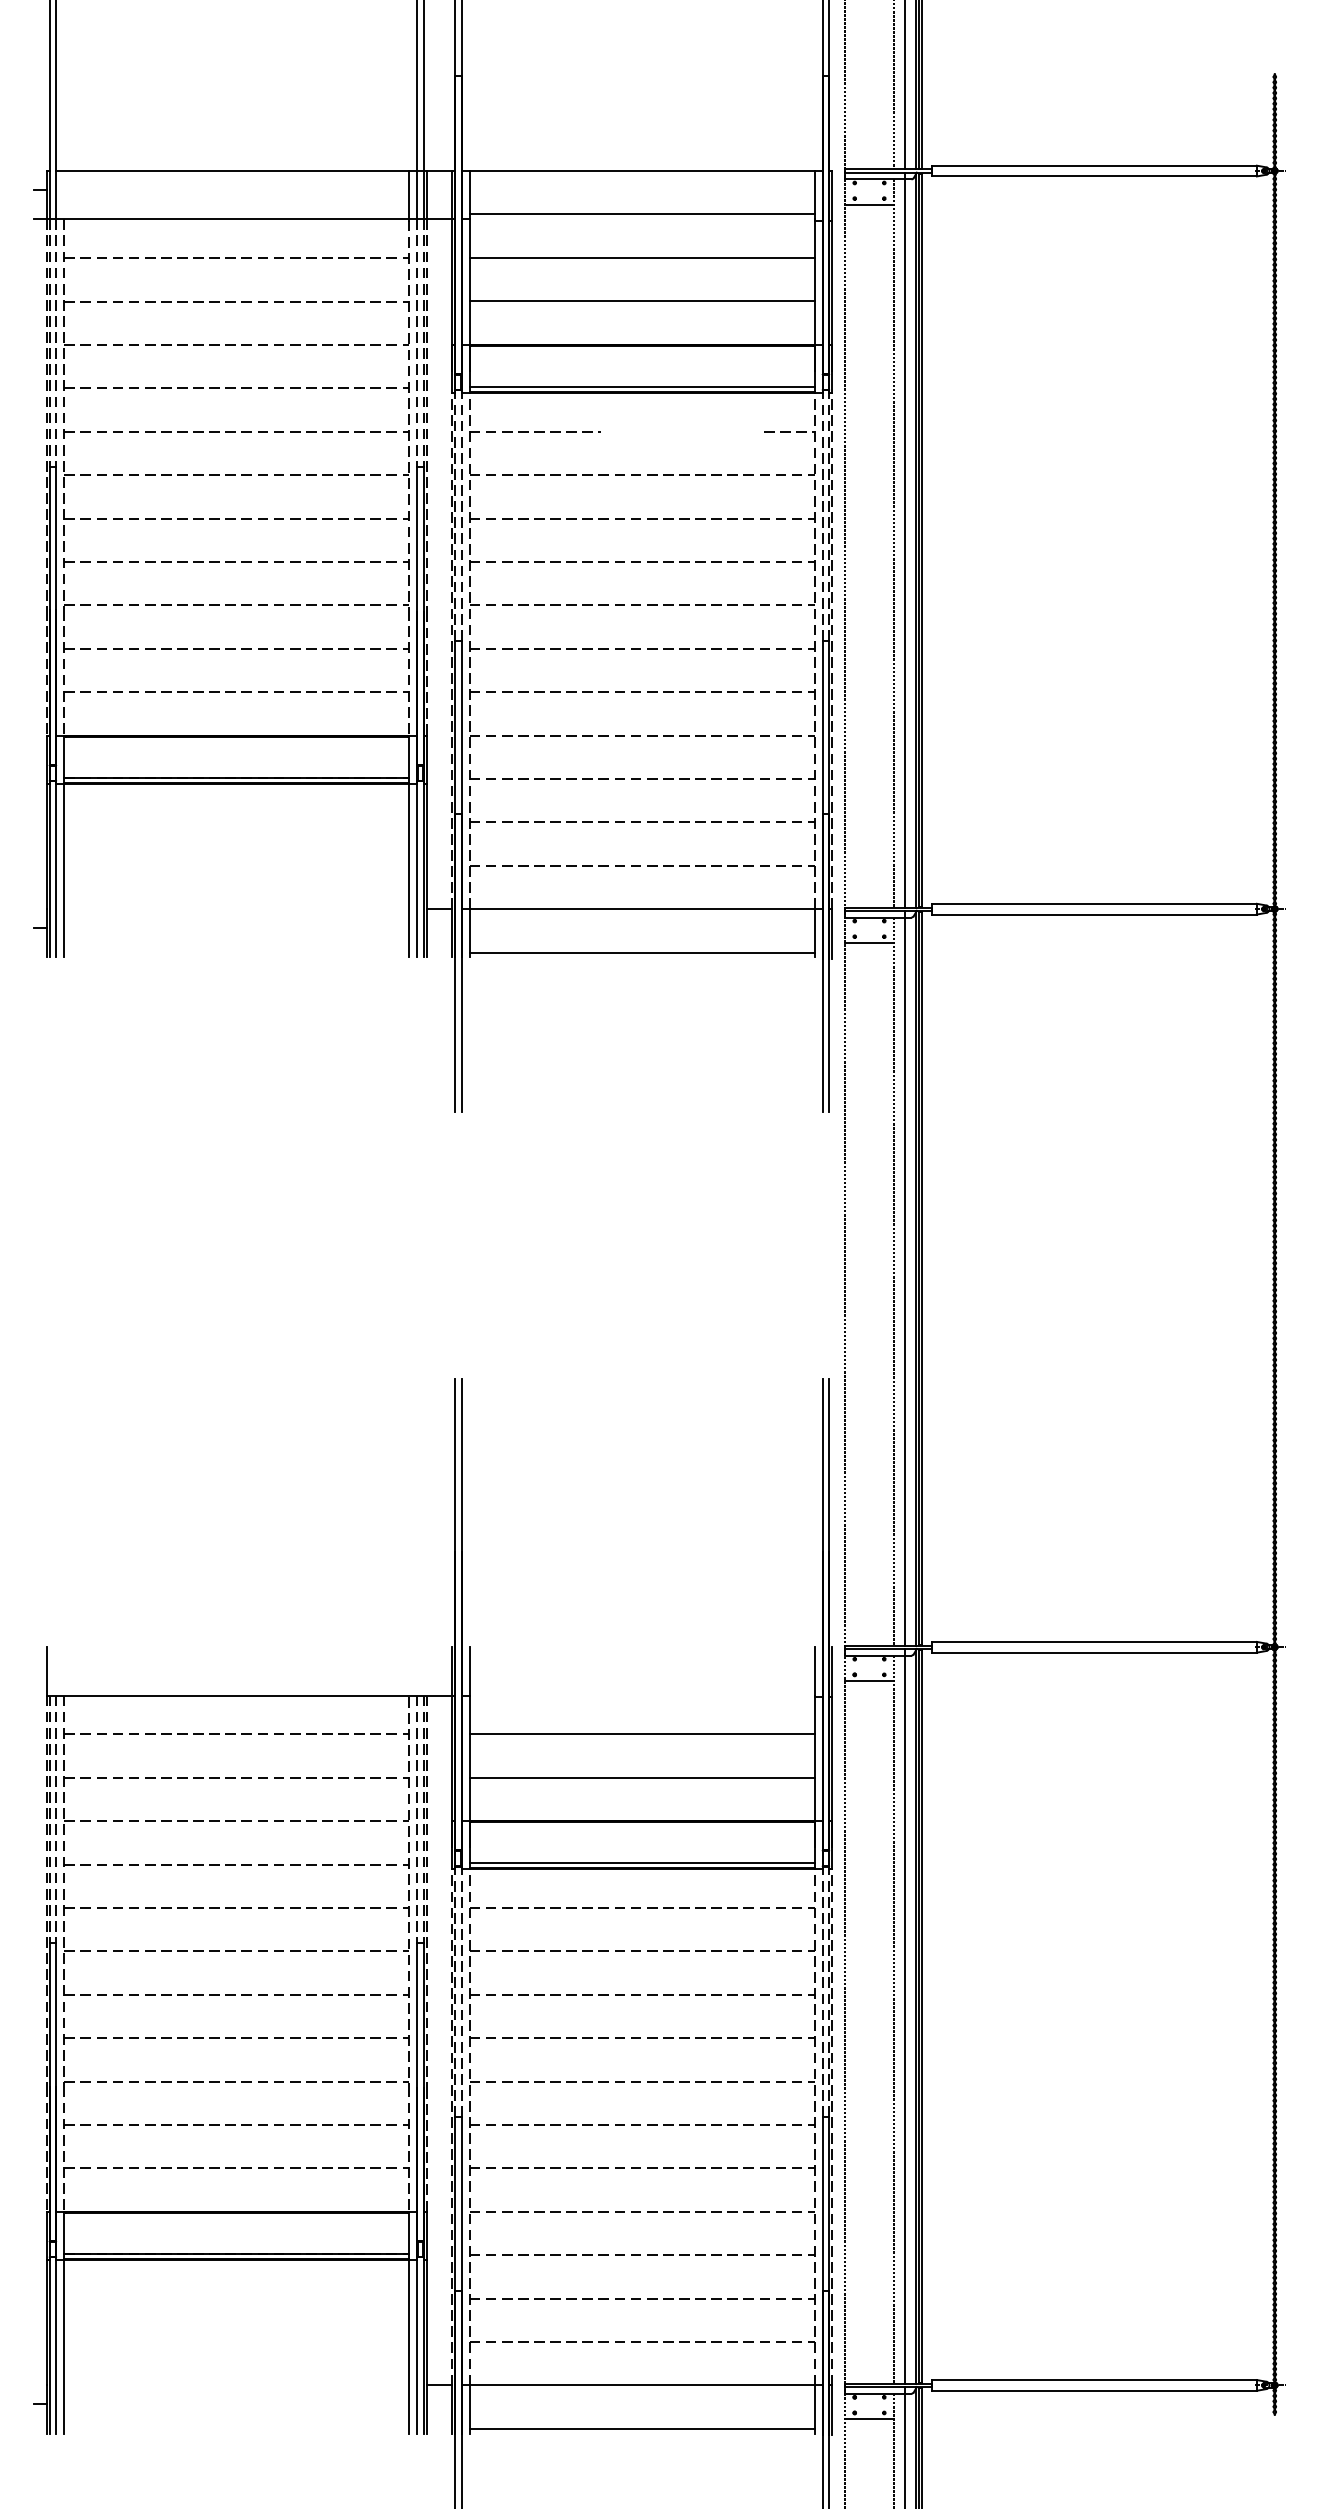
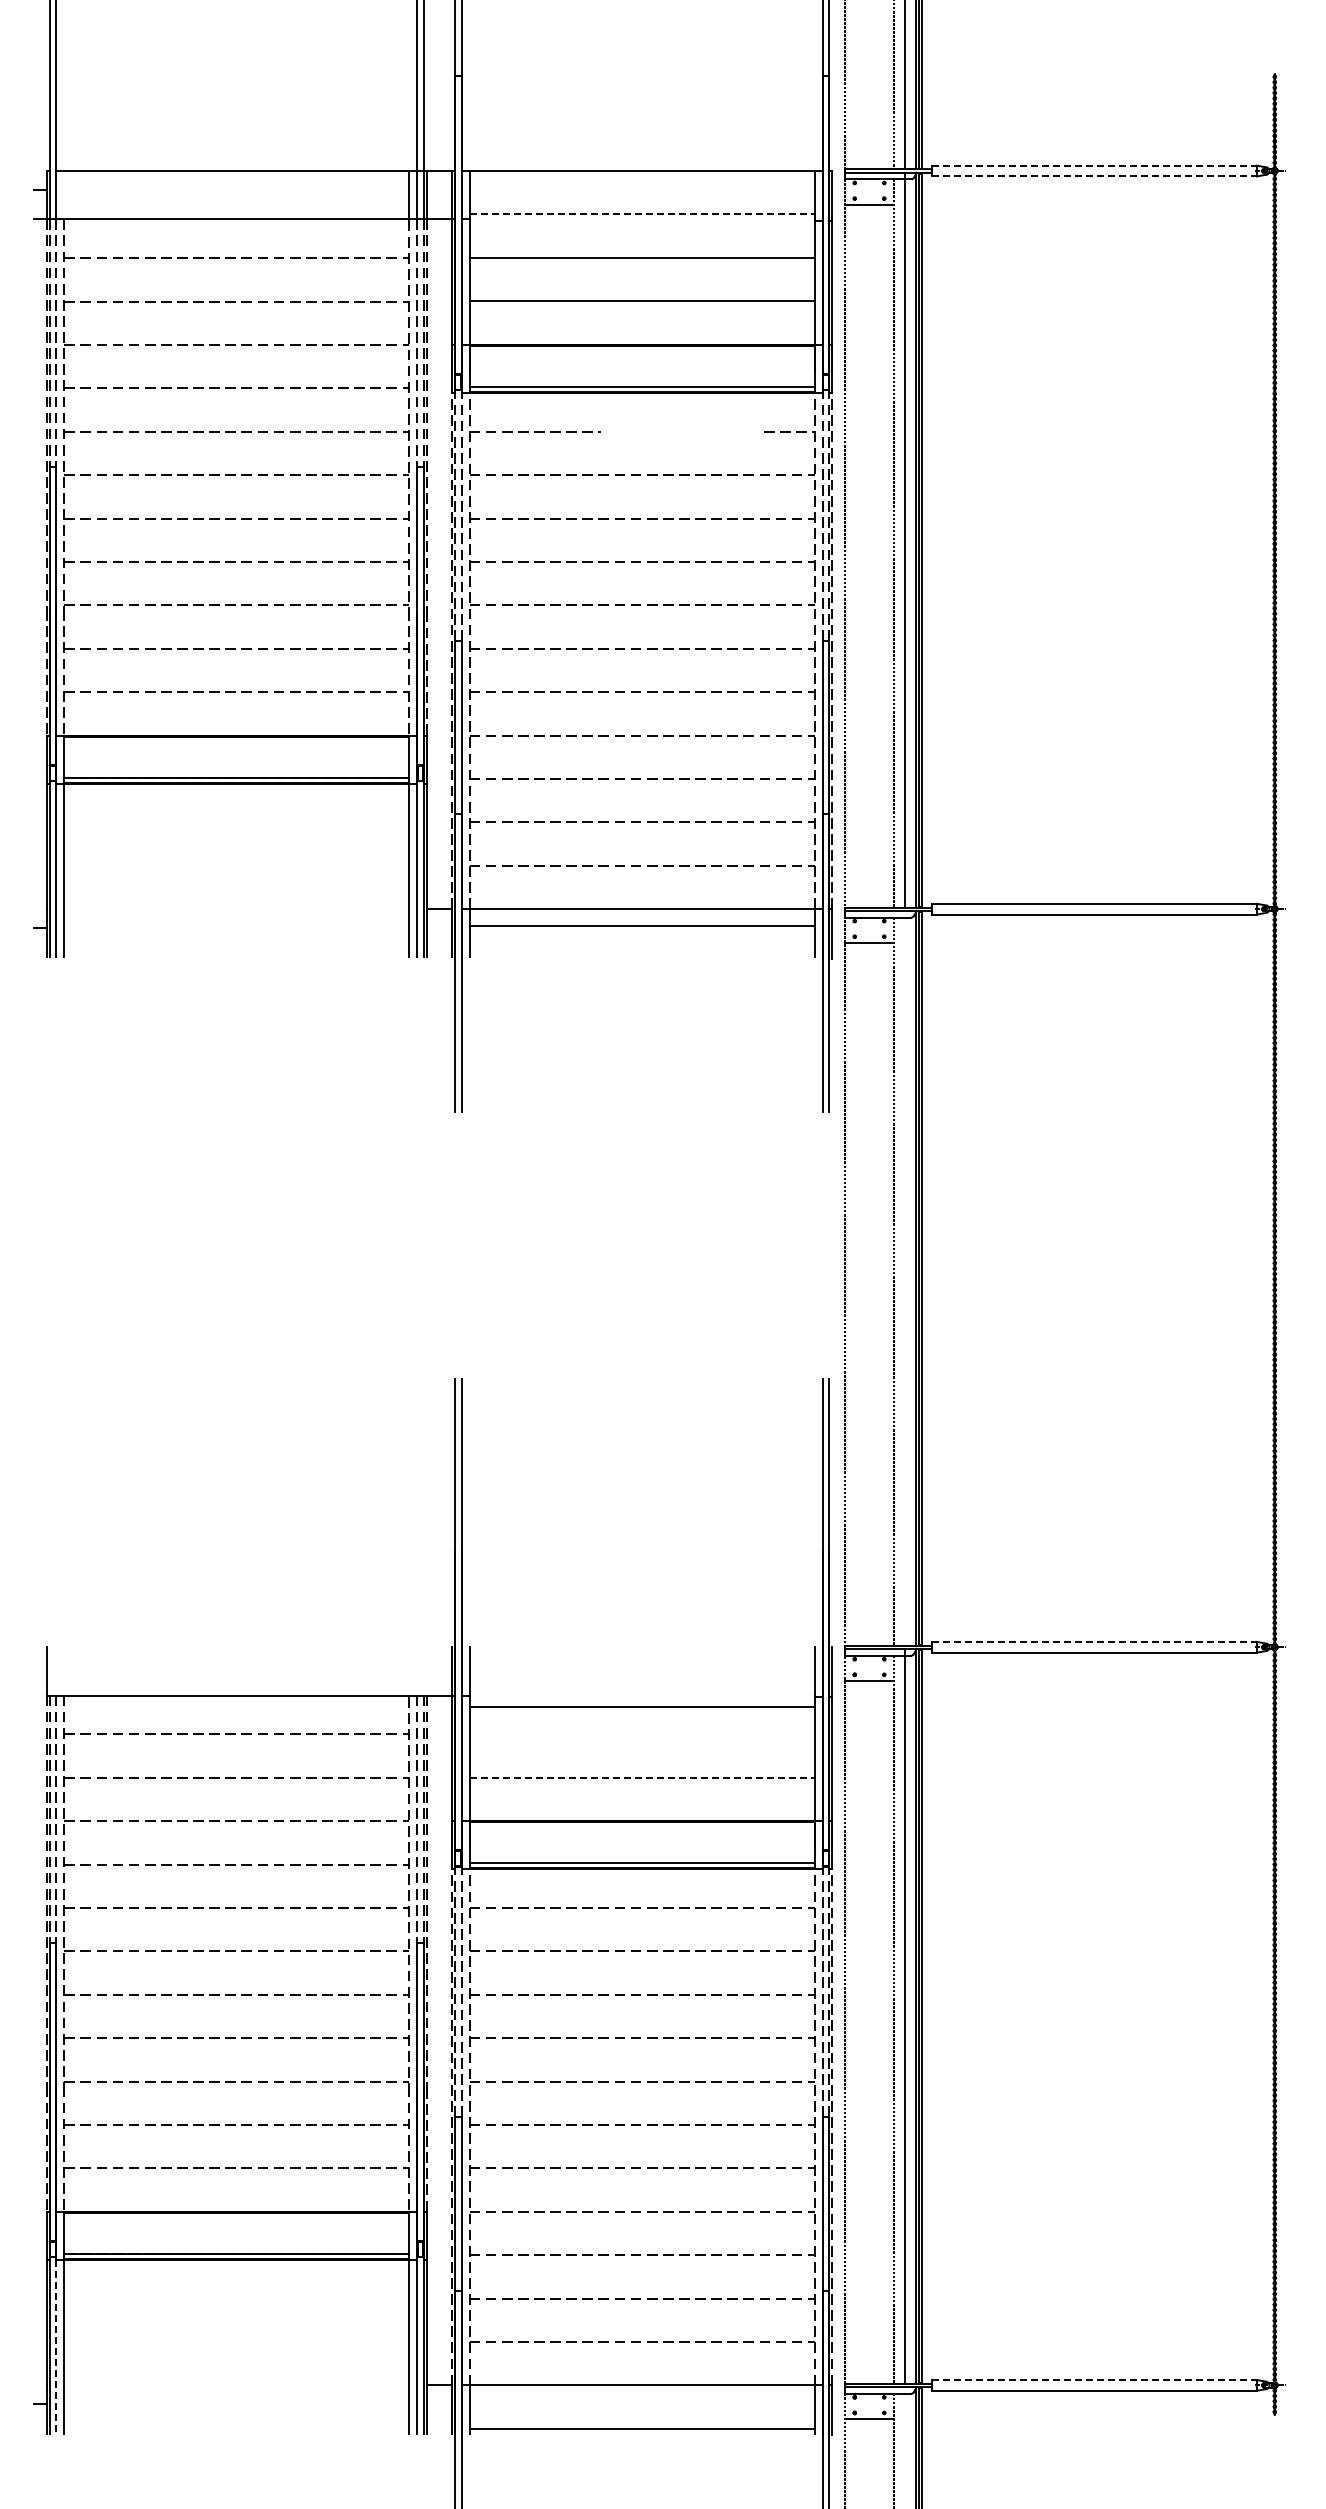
line at (1094, 165): solid -> dashed
line at (1094, 176): solid -> dashed
line at (642, 214): solid -> dashed
line at (641, 952) position: (641, 952) -> (641, 925)
line at (904, 1277): present -> none
line at (1094, 1641): solid -> dashed
line at (641, 1734) position: (641, 1734) -> (641, 1707)
line at (642, 1777): solid -> dashed
line at (56, 2346): solid -> dashed
line at (1094, 2380): solid -> dashed
line at (904, 2446): present -> none
